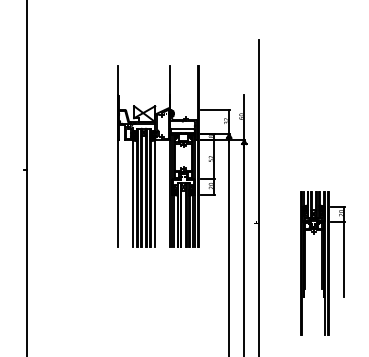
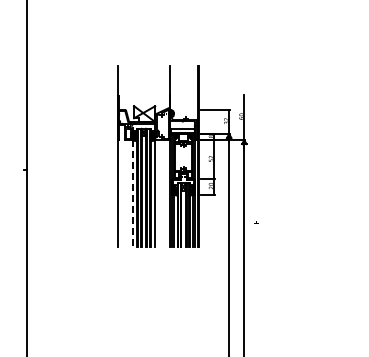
line at (132, 194): solid -> dashed
line at (259, 196): present -> none
part at (322, 263): present -> none
